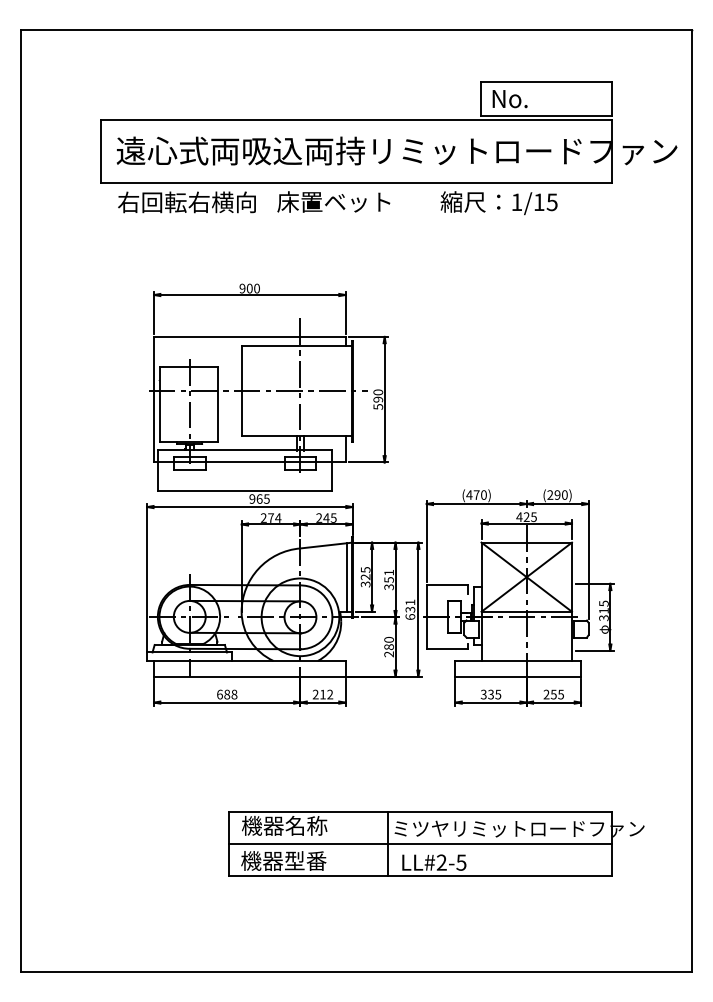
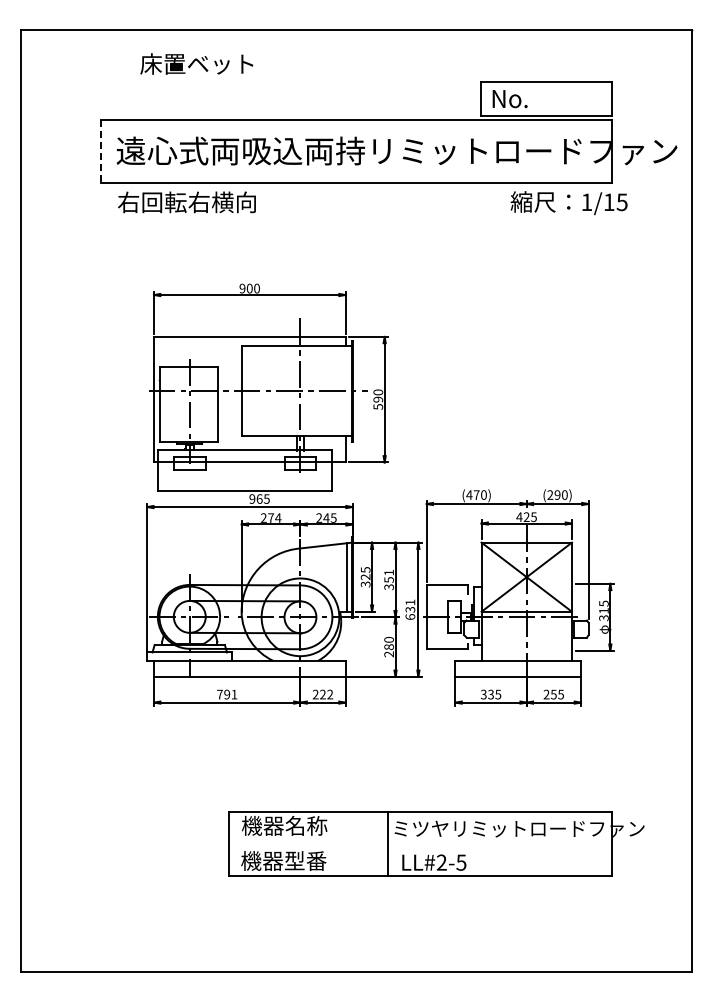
line at (101, 151): solid -> dashed
text at (333, 201) position: (333, 201) -> (196, 63)
text at (498, 203) position: (498, 203) -> (568, 203)
text at (227, 694): 688 -> 791
text at (322, 694): 212 -> 222
line at (419, 844): present -> none
